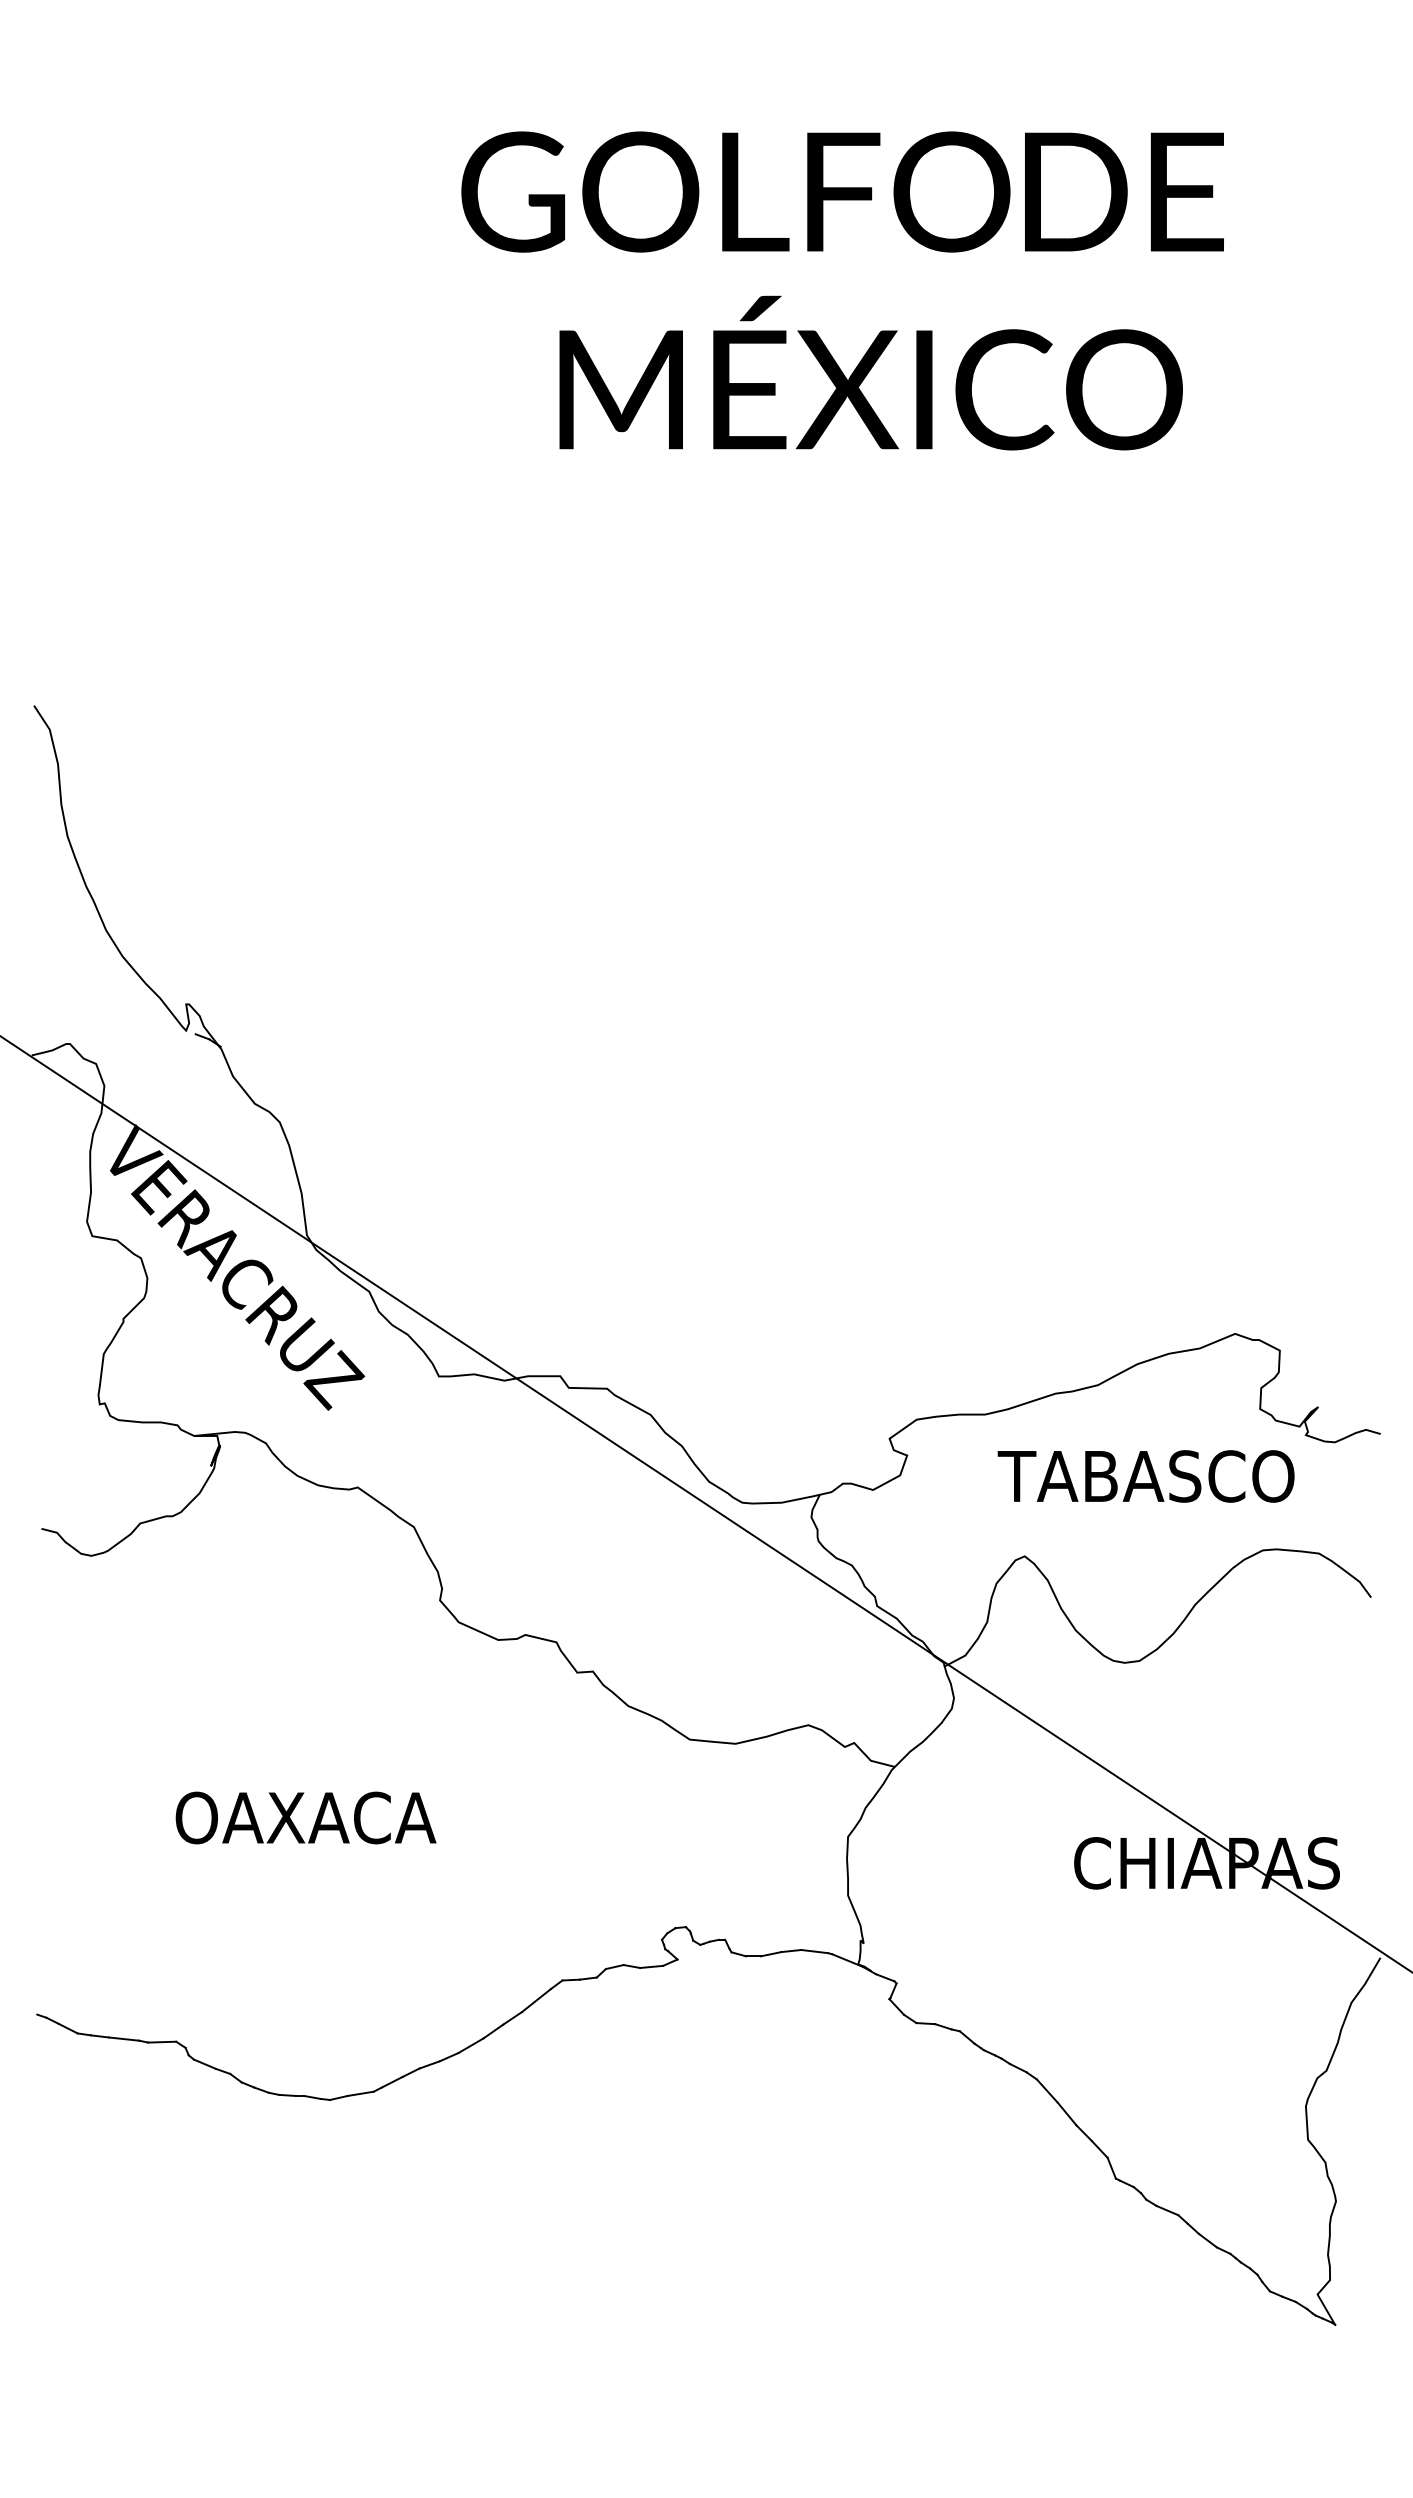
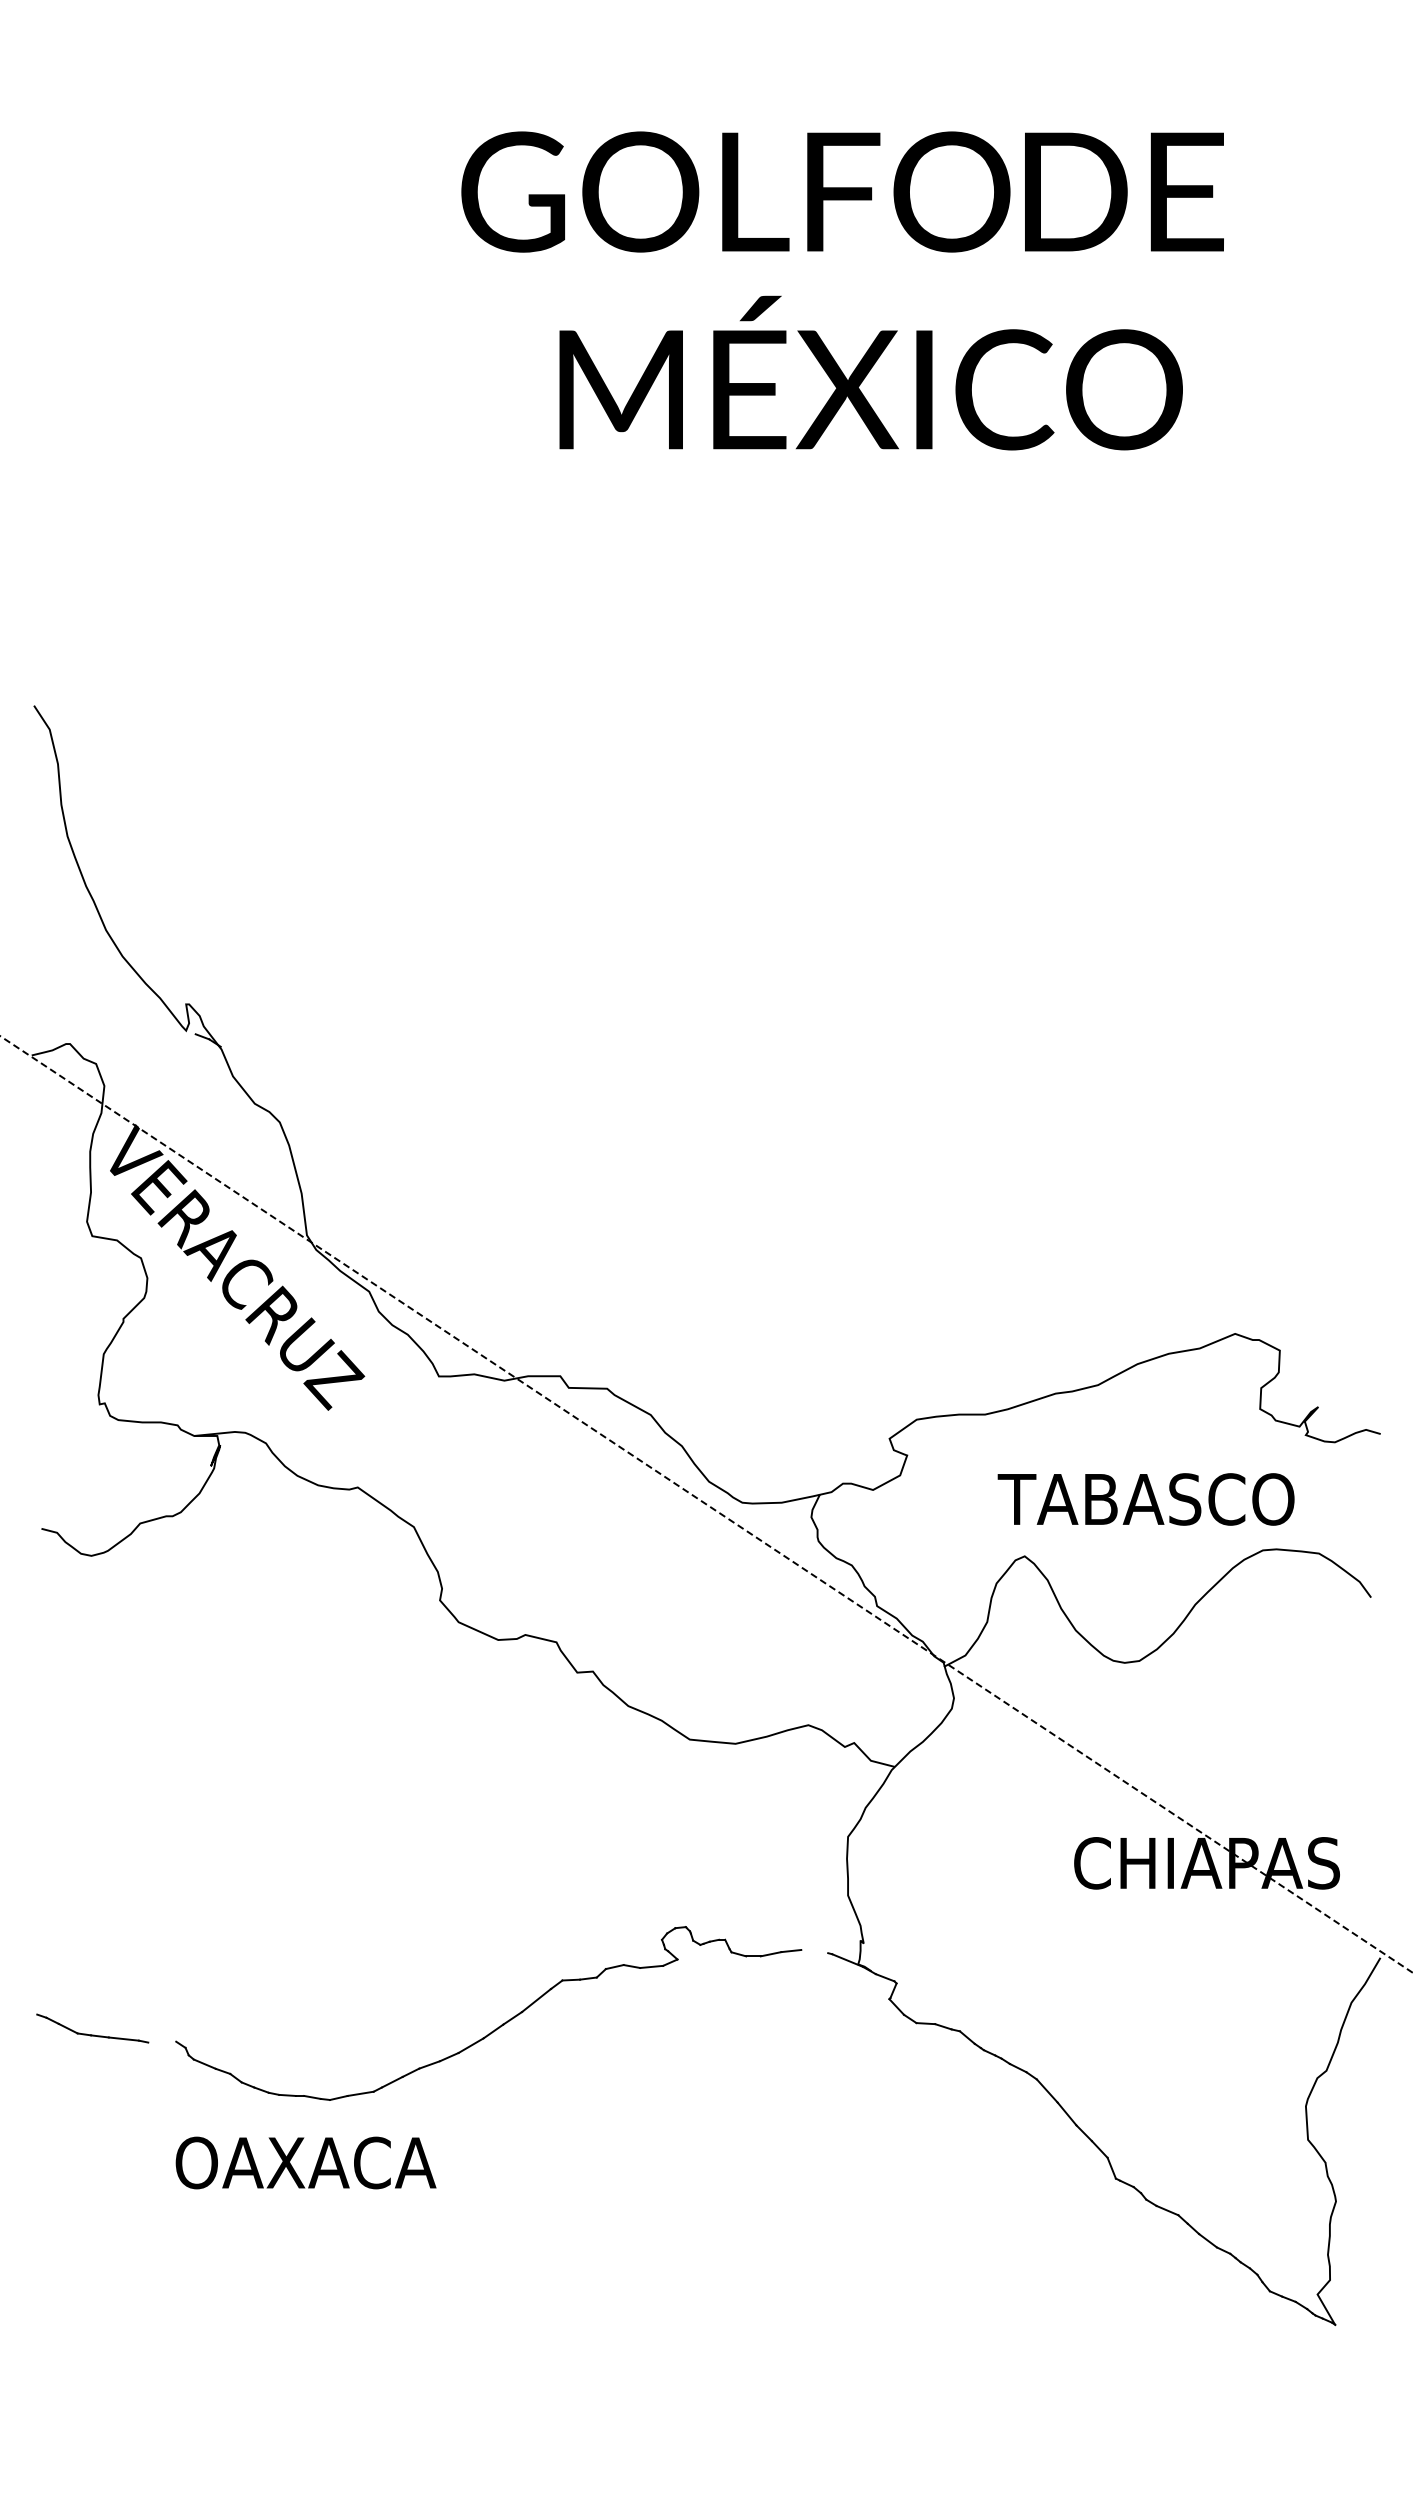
text at (1145, 1476) position: (1145, 1476) -> (1145, 1499)
line at (706, 1504): solid -> dashed
text at (305, 1817) position: (305, 1817) -> (305, 2162)
line at (814, 1951): present -> none
line at (162, 2041): present -> none
